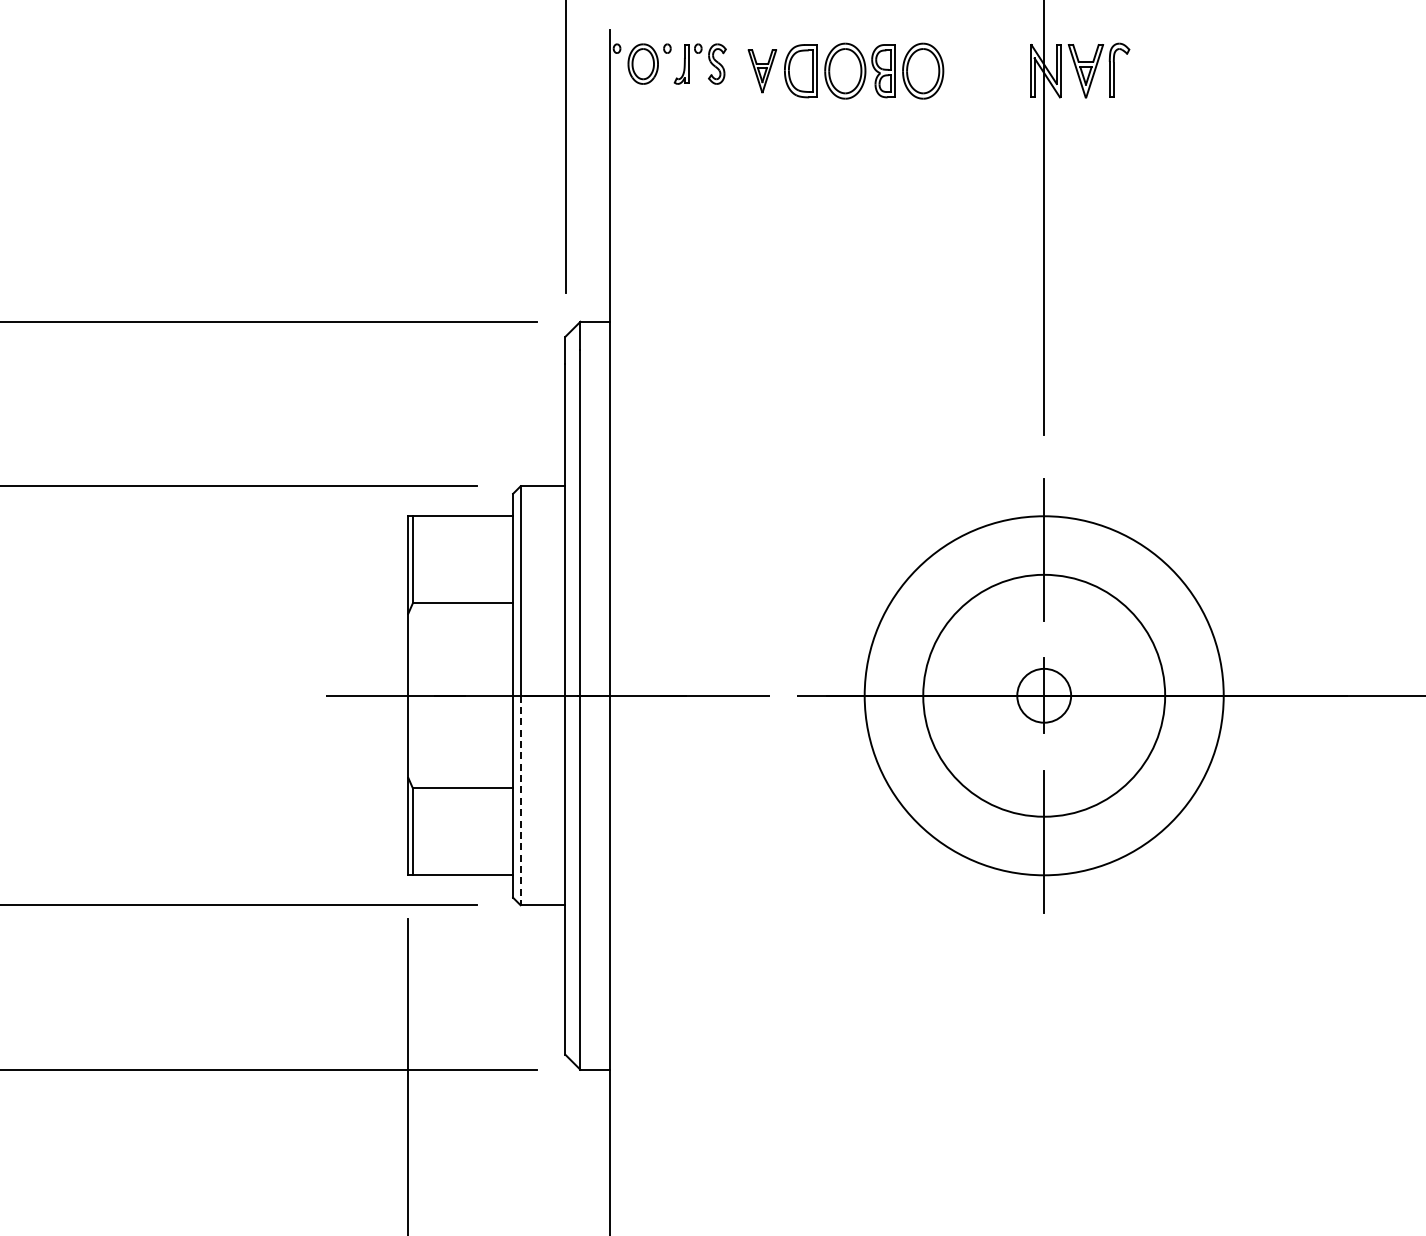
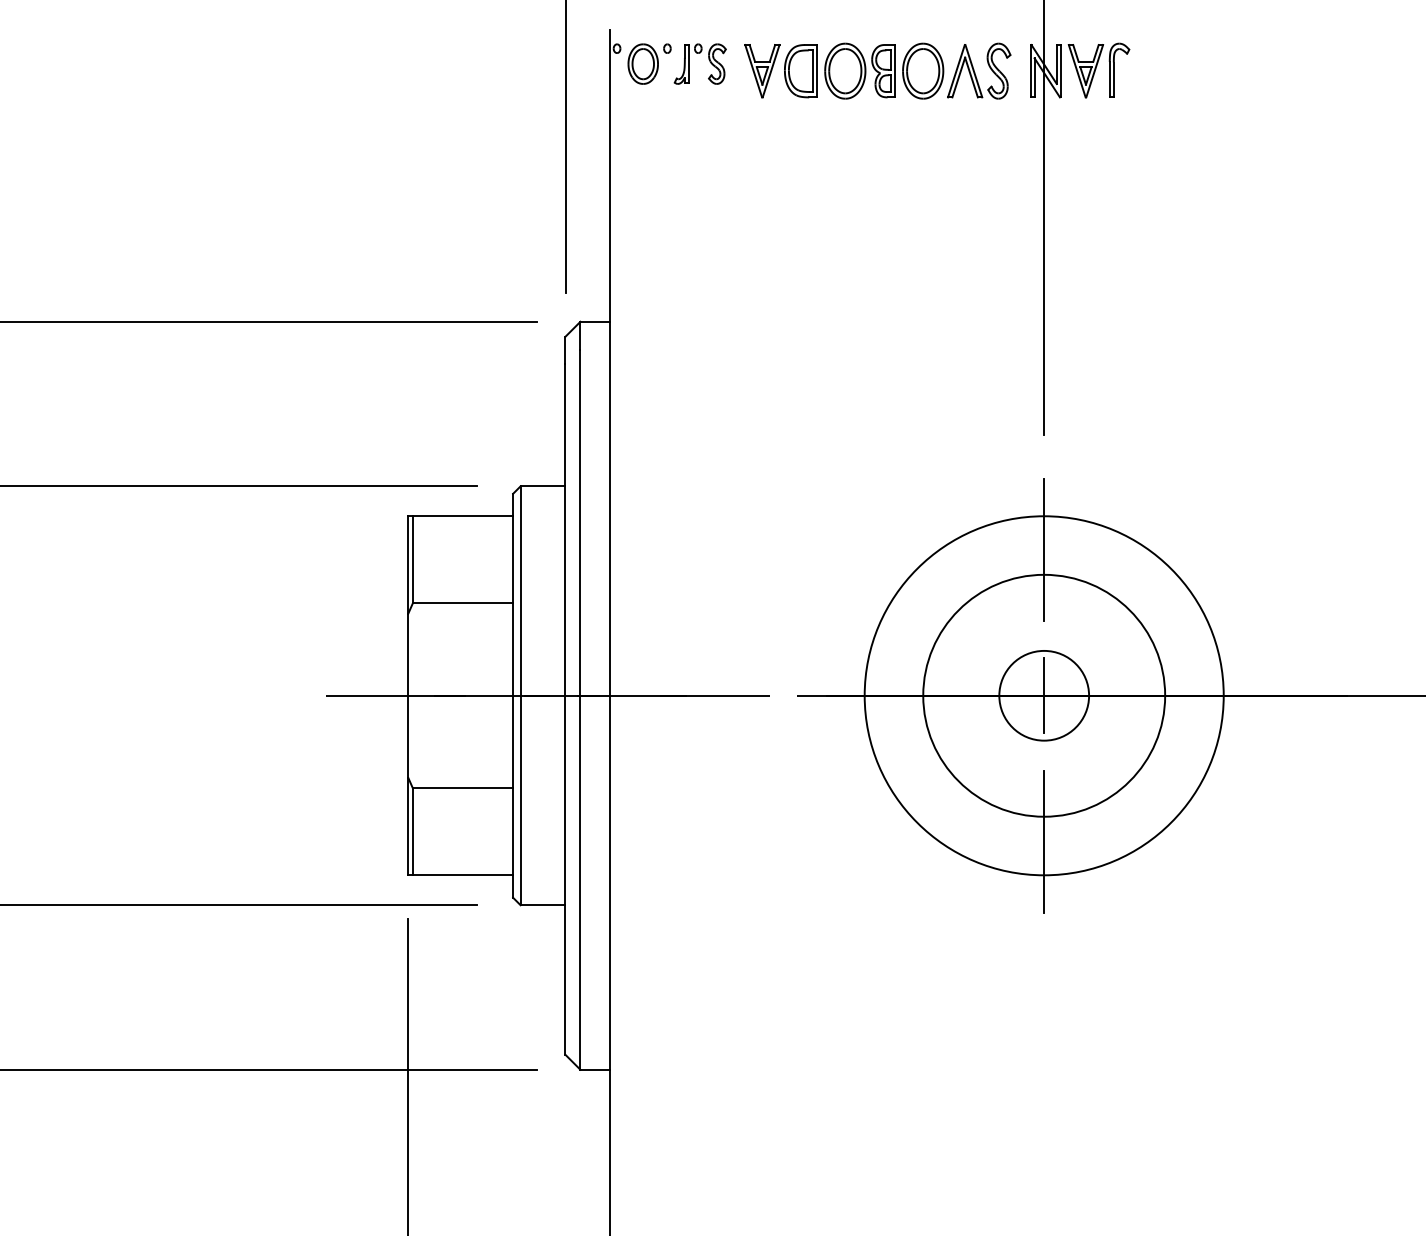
part at (979, 70): none -> present
part at (761, 71) size: 30x45 px -> 37x55 px
circle at (1044, 695) diameter: 54 px -> 90 px
line at (520, 800): dashed -> solid
